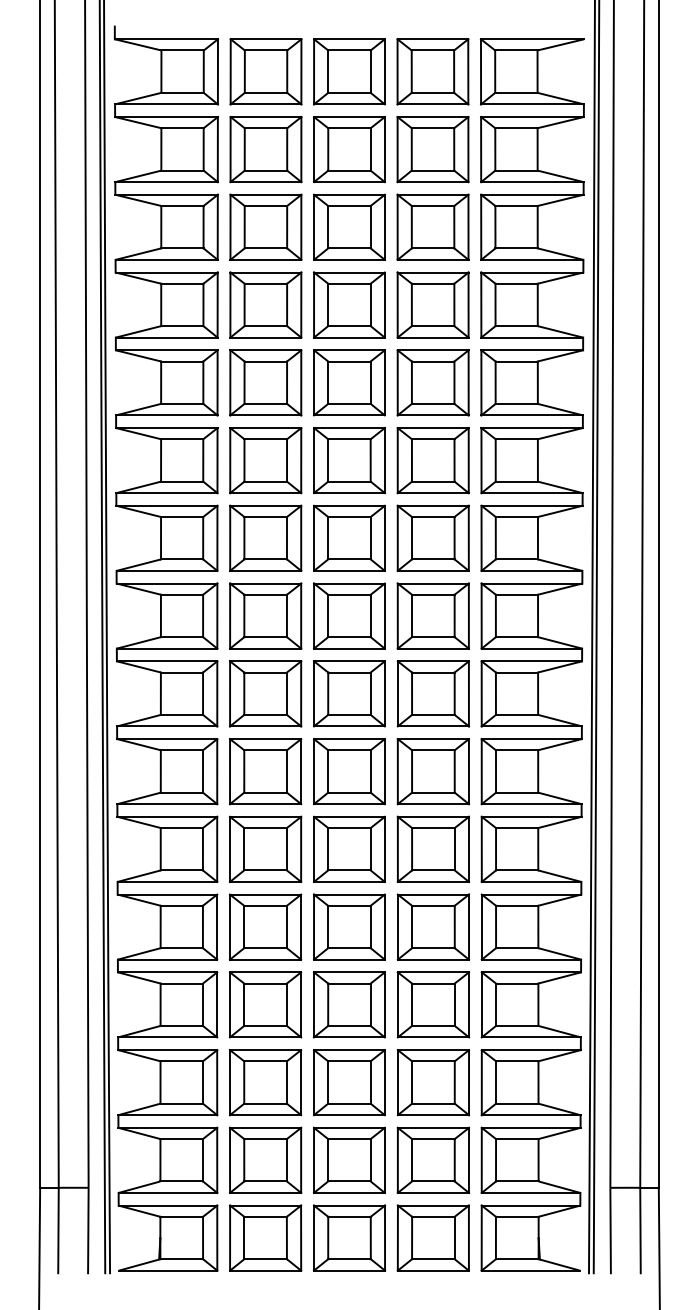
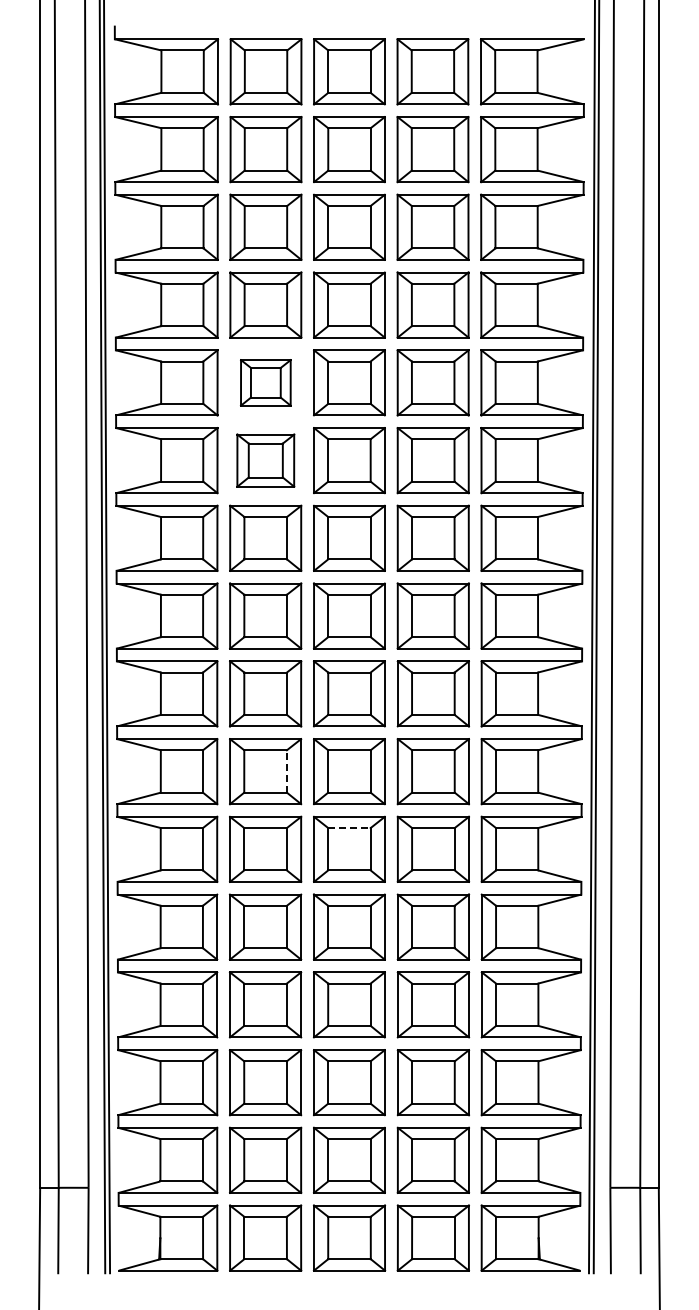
part at (265, 382) size: 74x68 px -> 52x48 px
part at (265, 460) size: 74x68 px -> 60x55 px
line at (286, 770): solid -> dashed
line at (349, 828): solid -> dashed
